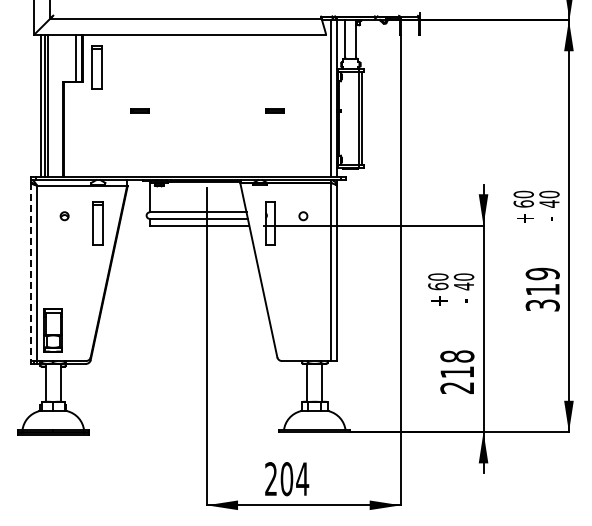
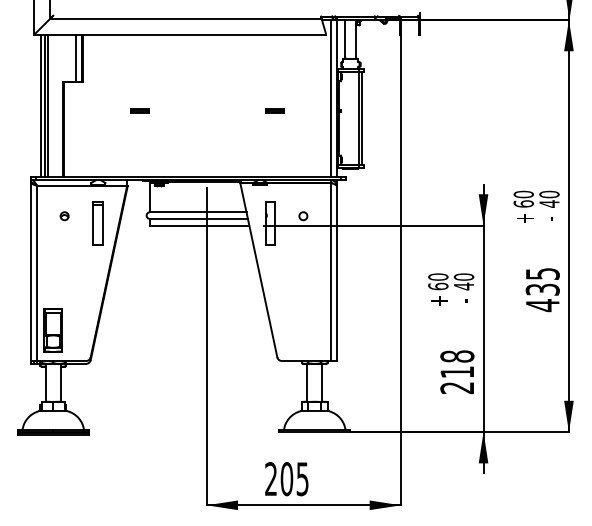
part at (96, 67): present -> none
line at (31, 272): dashed -> solid
text at (542, 289): 319 -> 435
text at (302, 479): 204 -> 205
